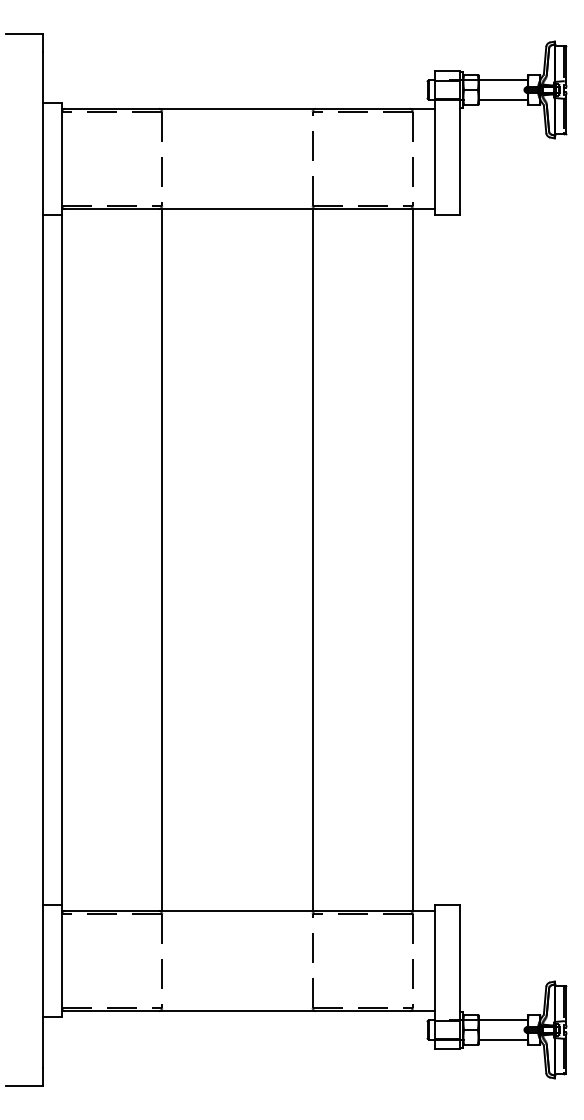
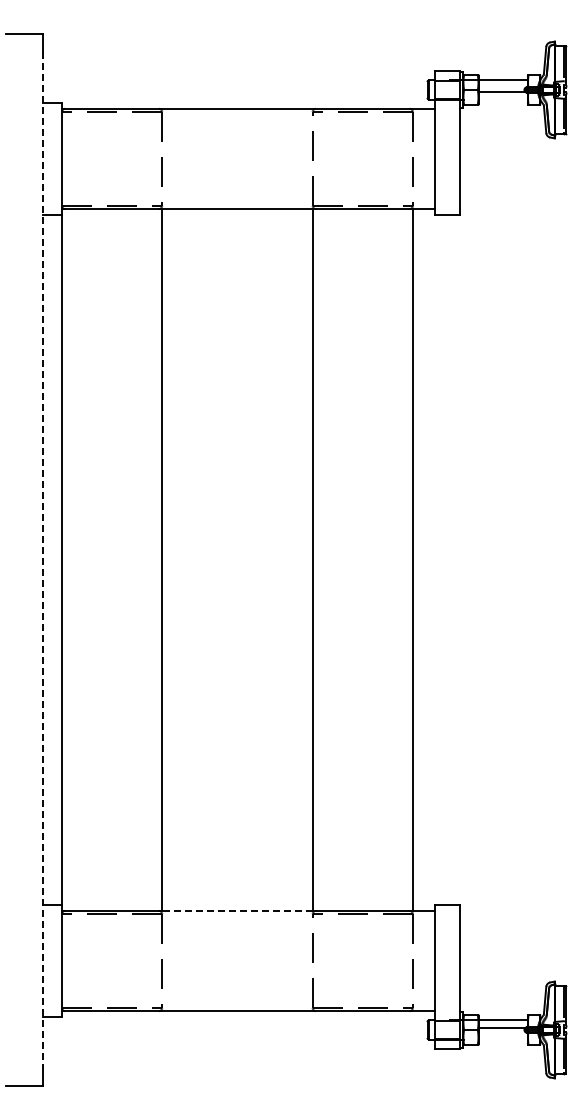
line at (502, 99) position: (502, 99) -> (502, 91)
line at (43, 559): solid -> dashed
line at (236, 910): solid -> dashed
line at (502, 1039) position: (502, 1039) -> (502, 1027)
